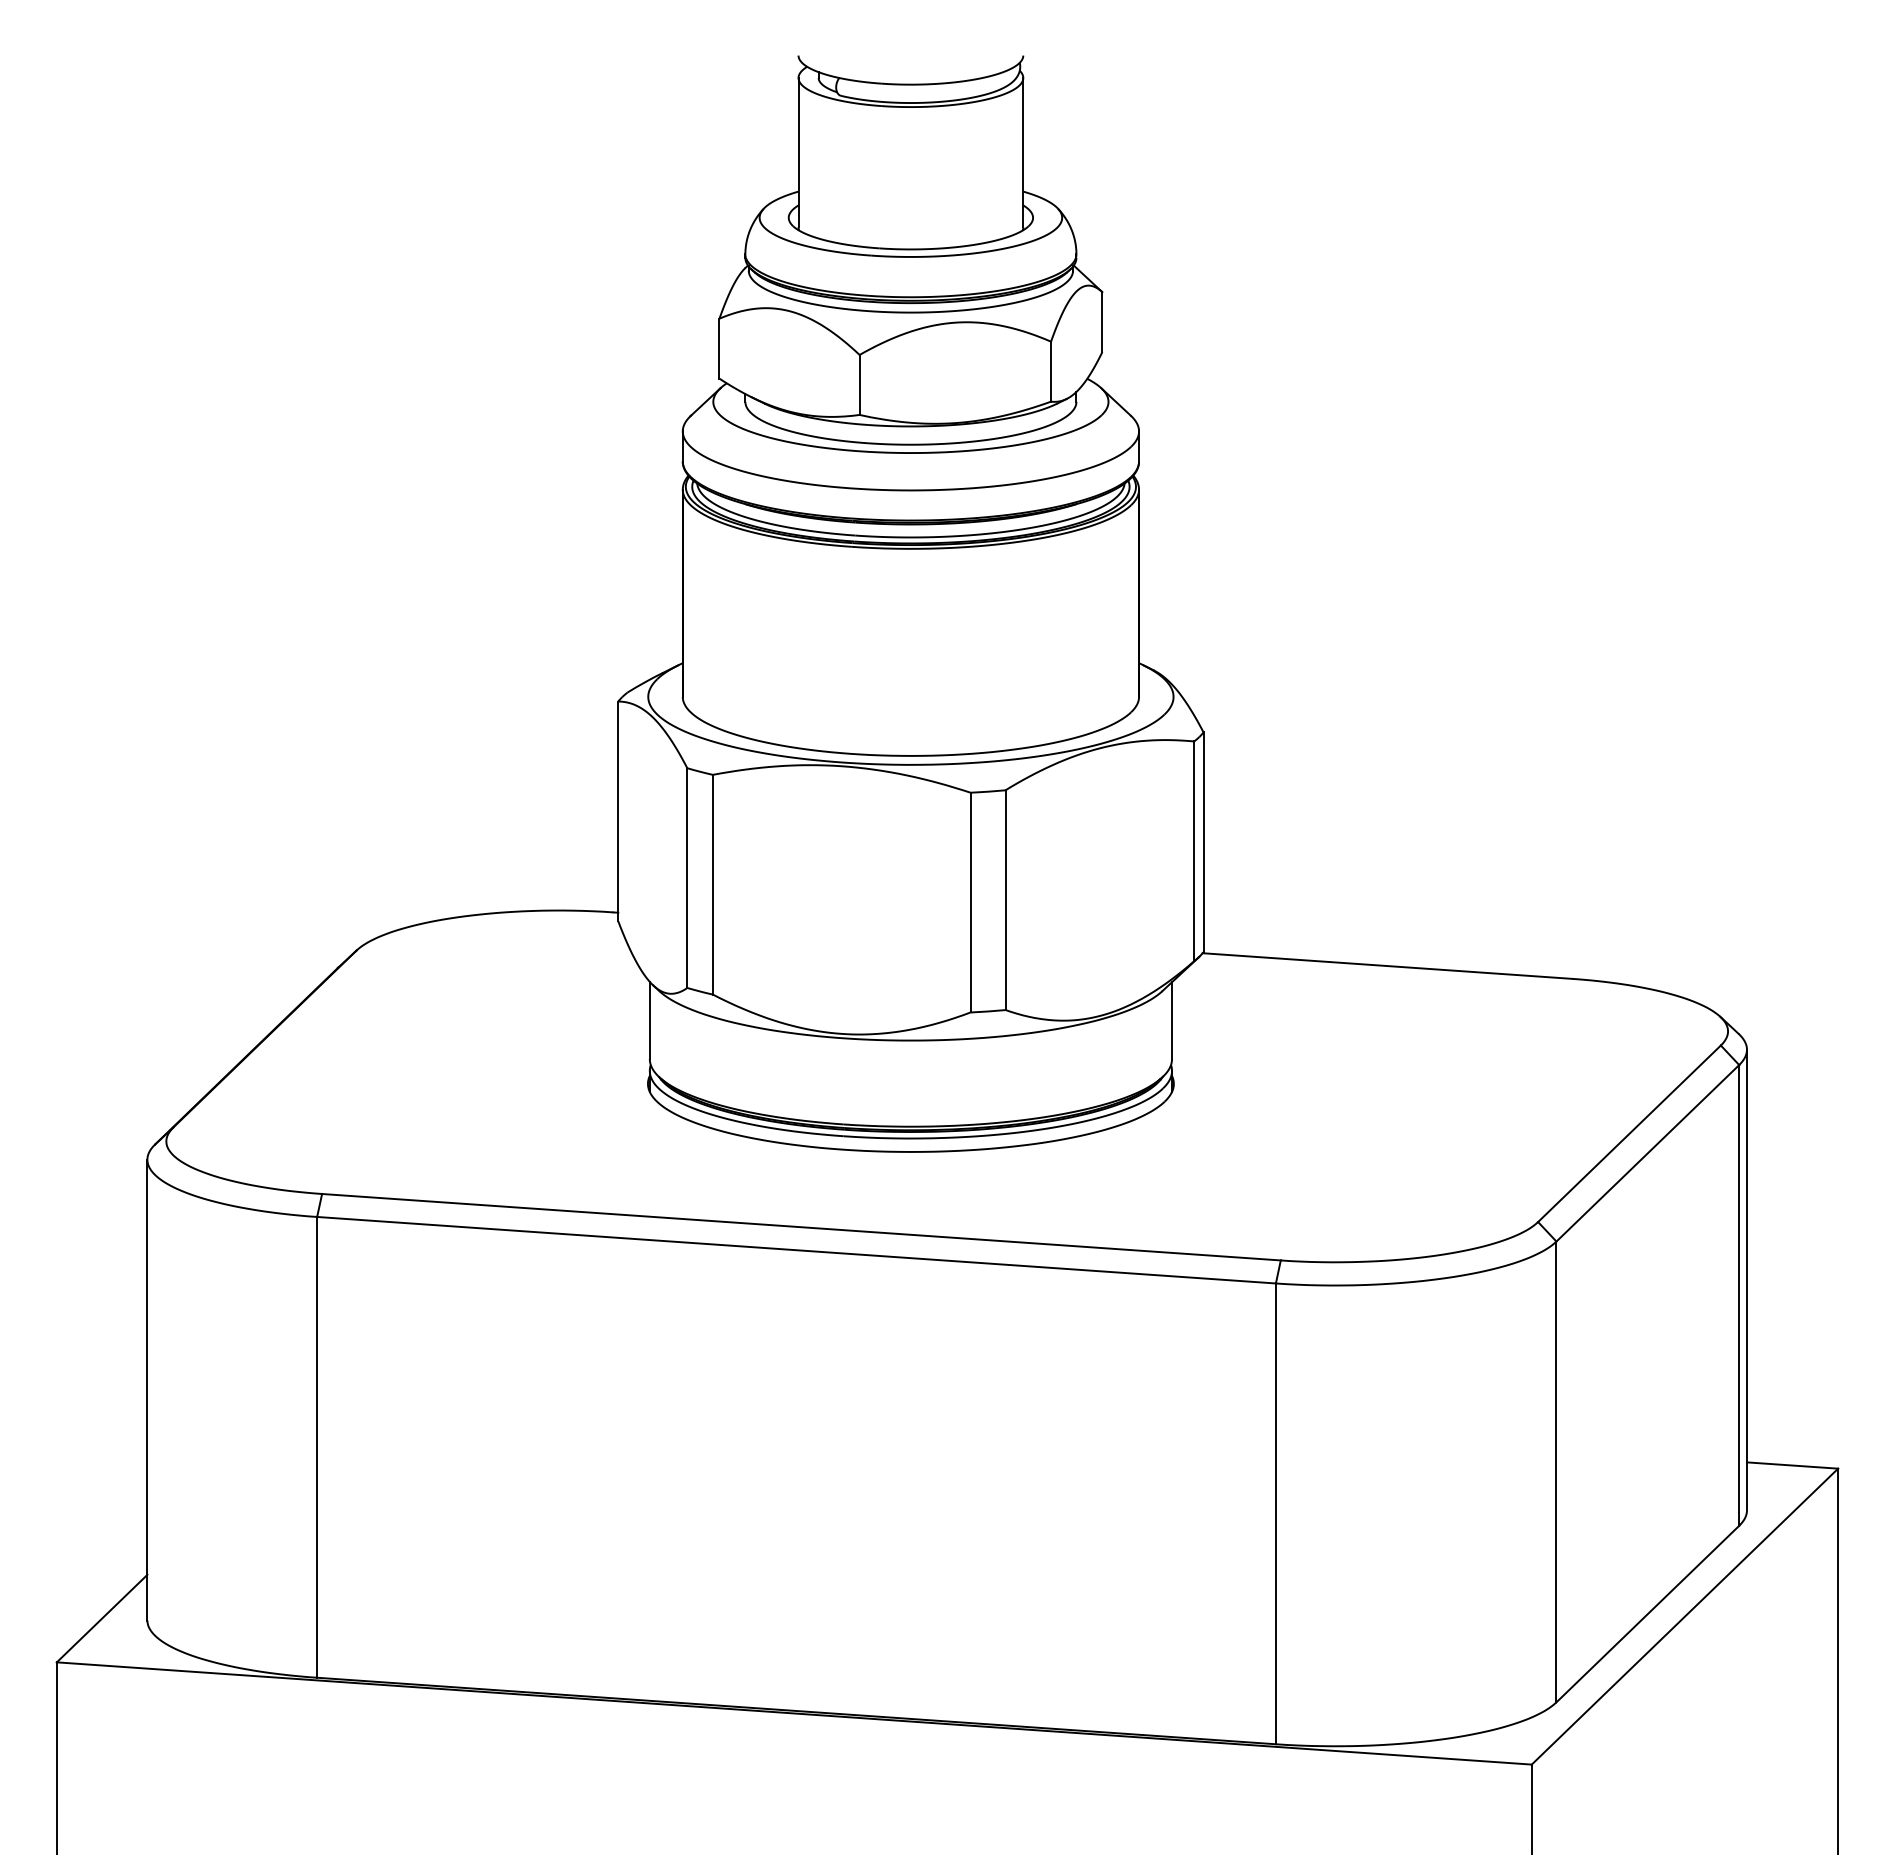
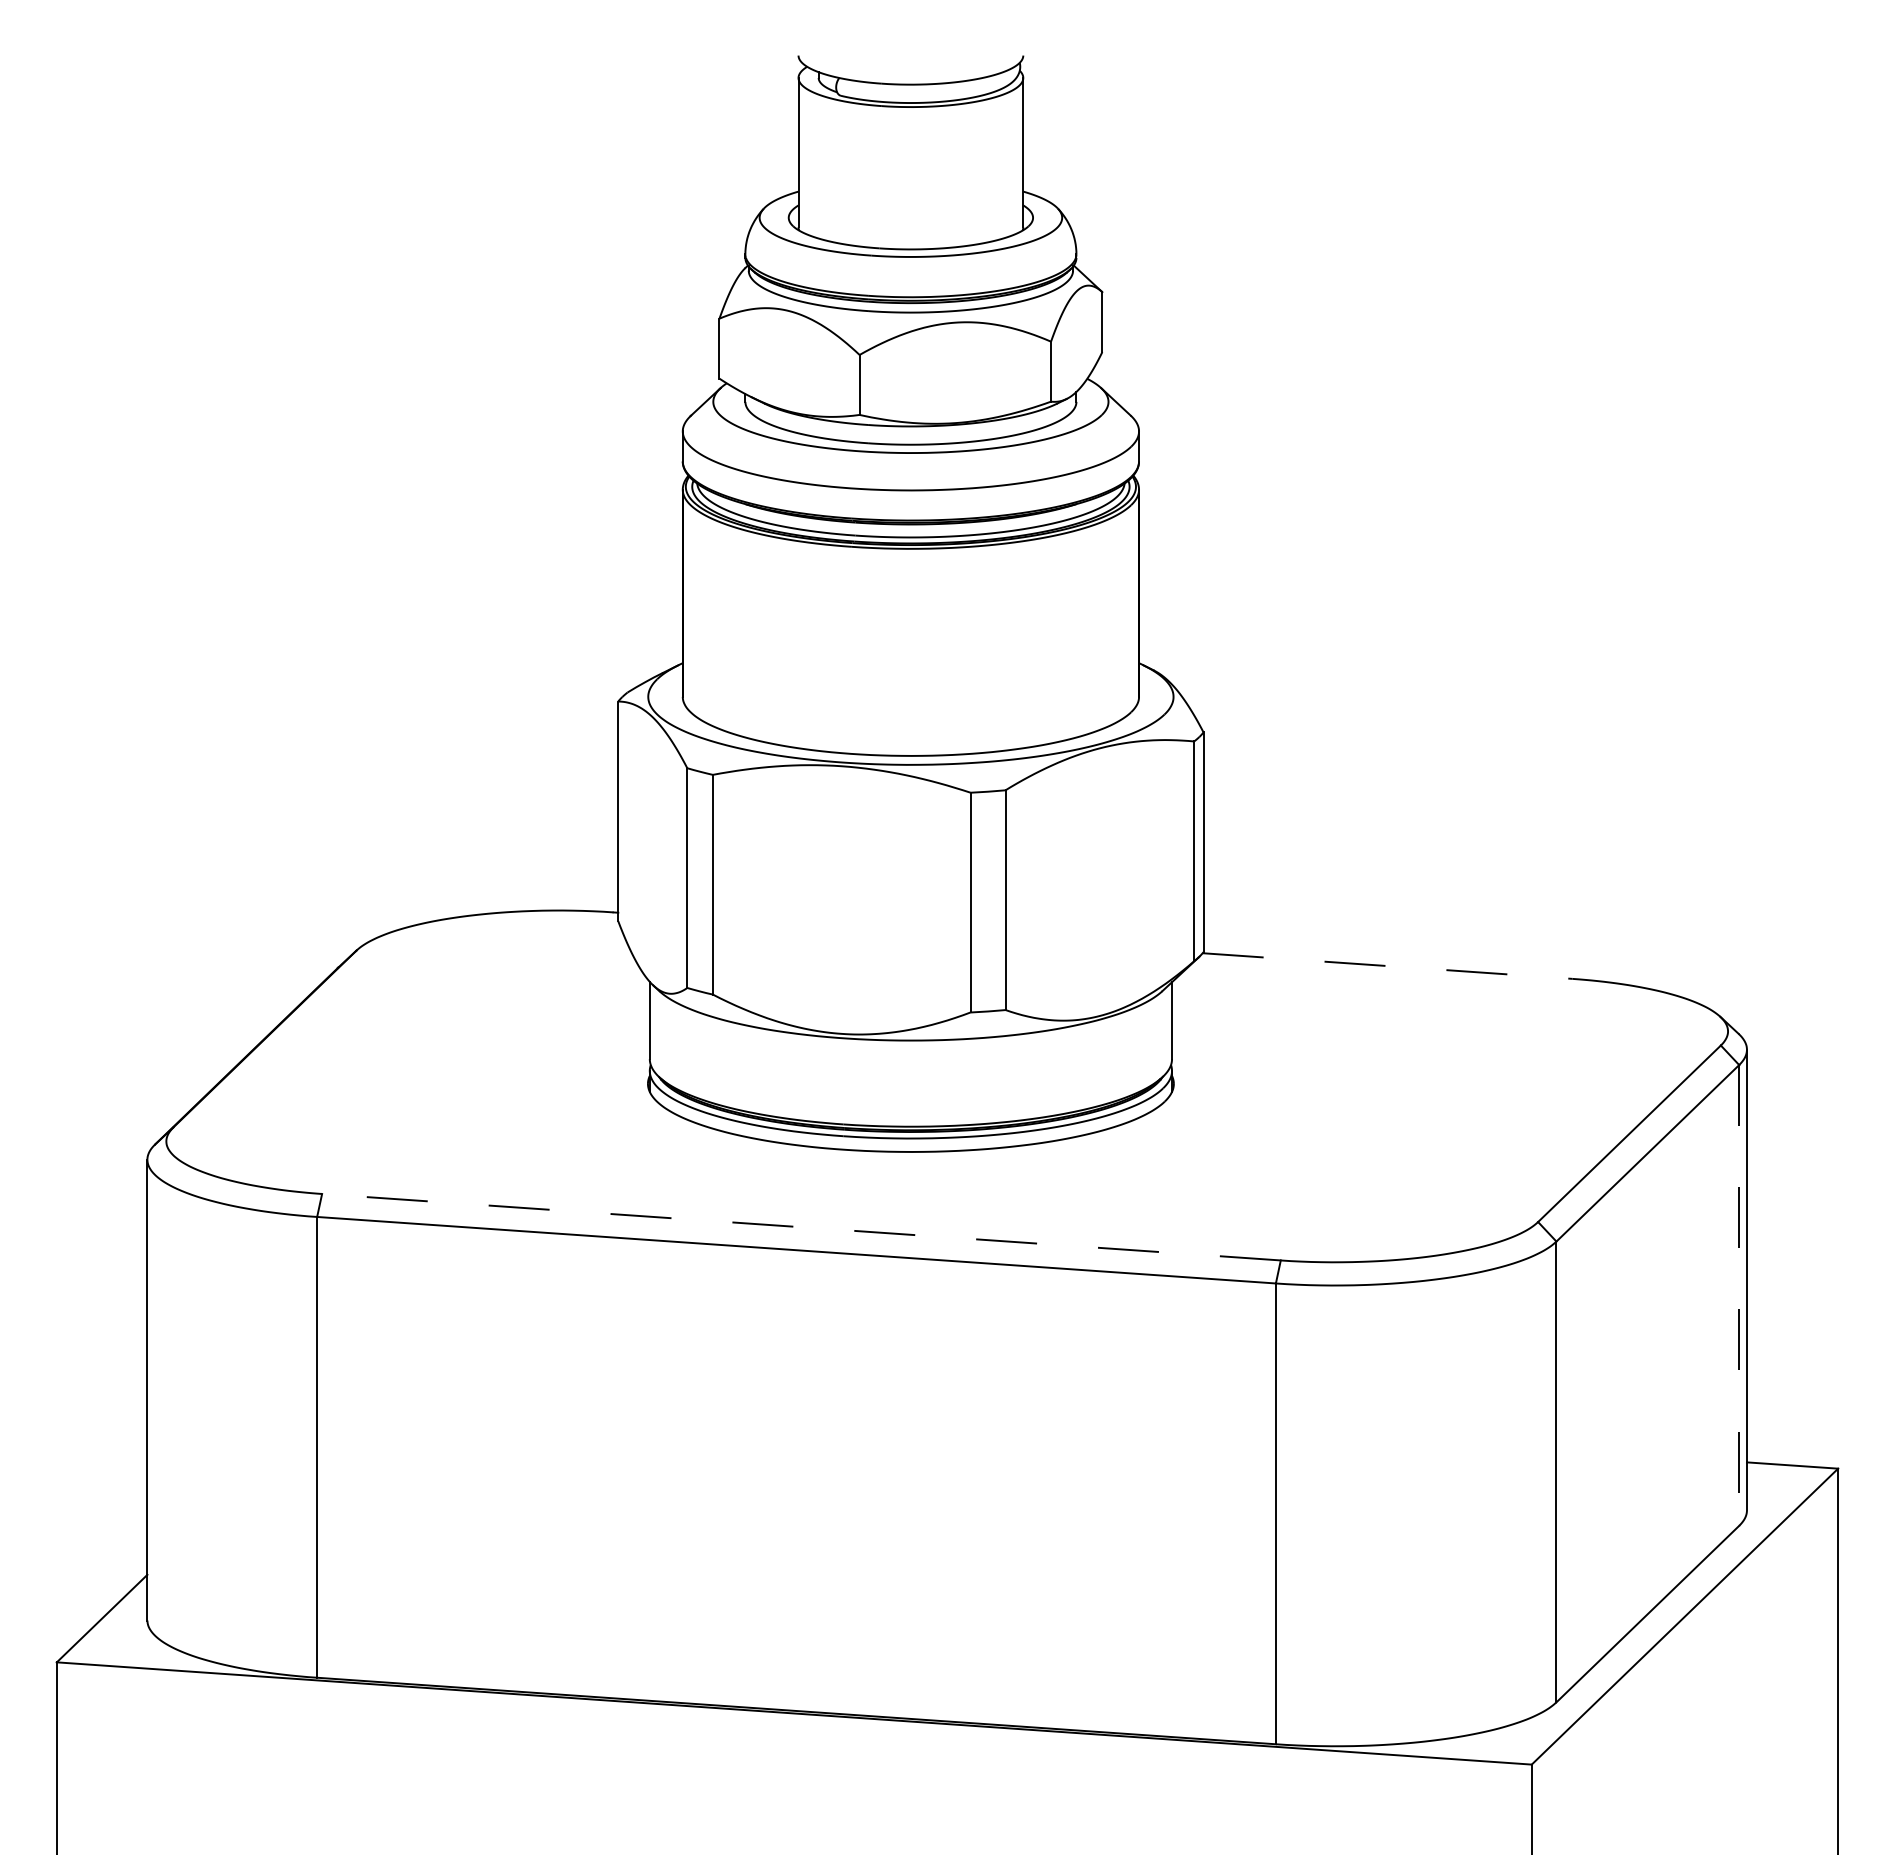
line at (1388, 966): solid -> dashed
line at (800, 1227): solid -> dashed
line at (1739, 1295): solid -> dashed
